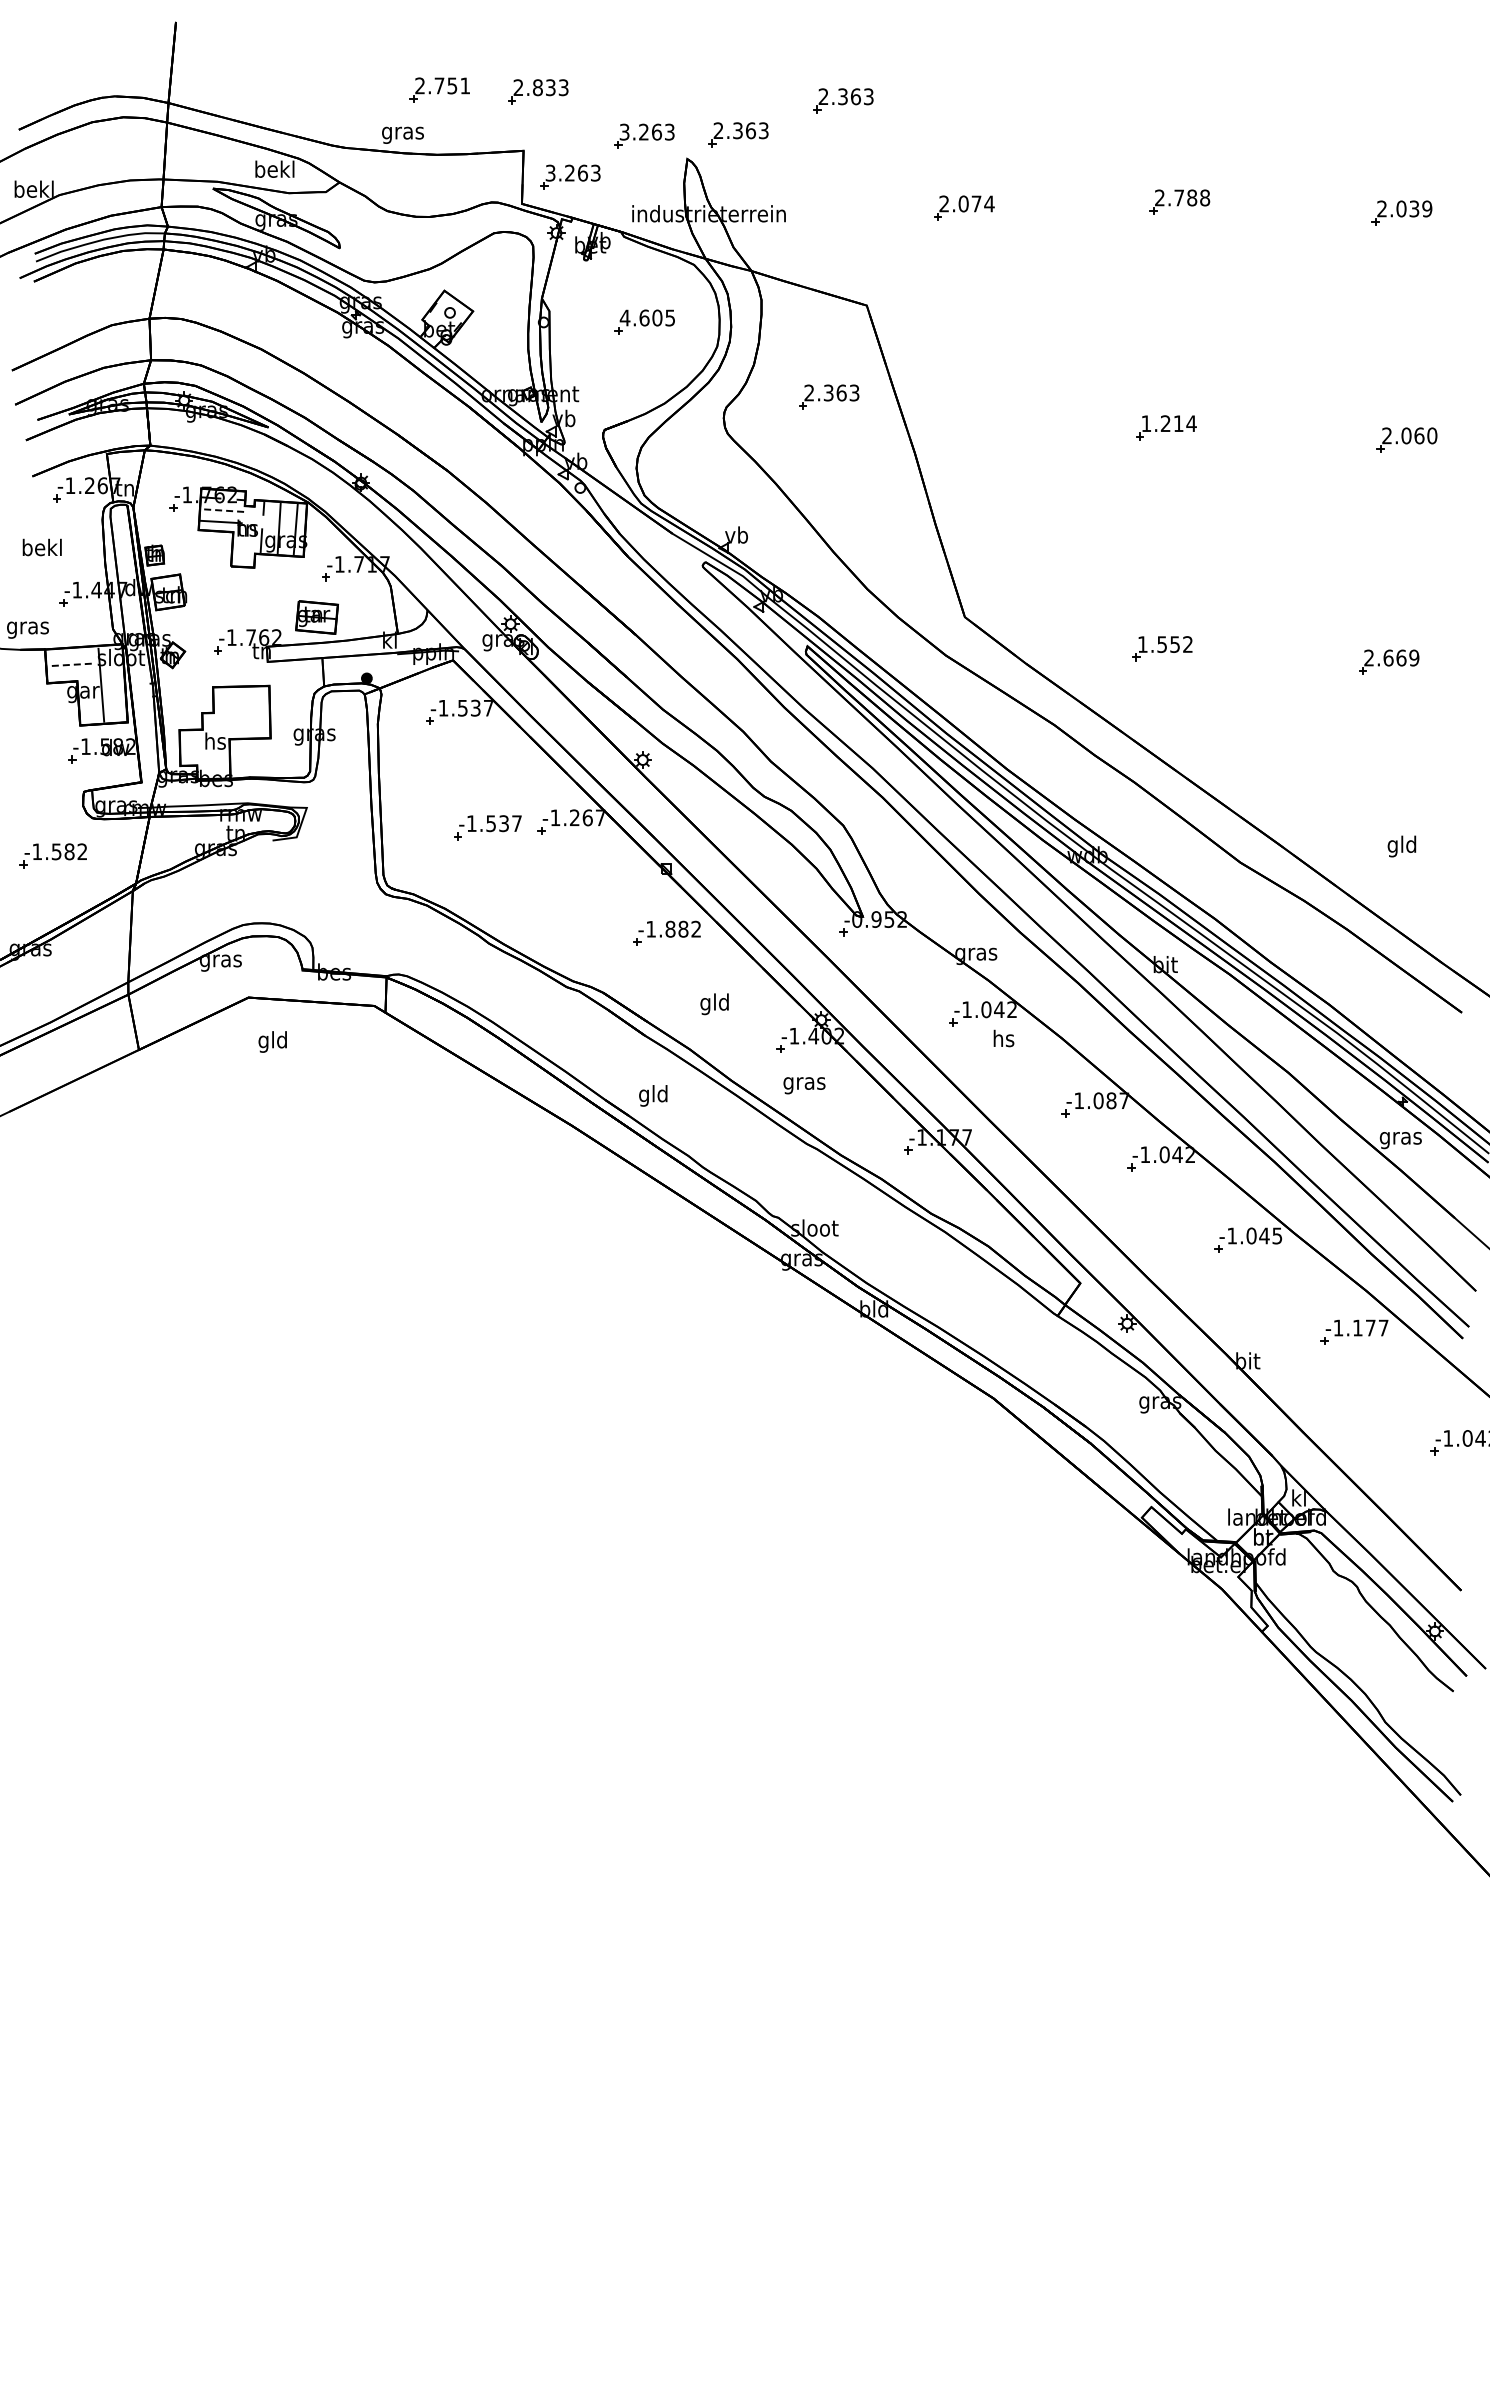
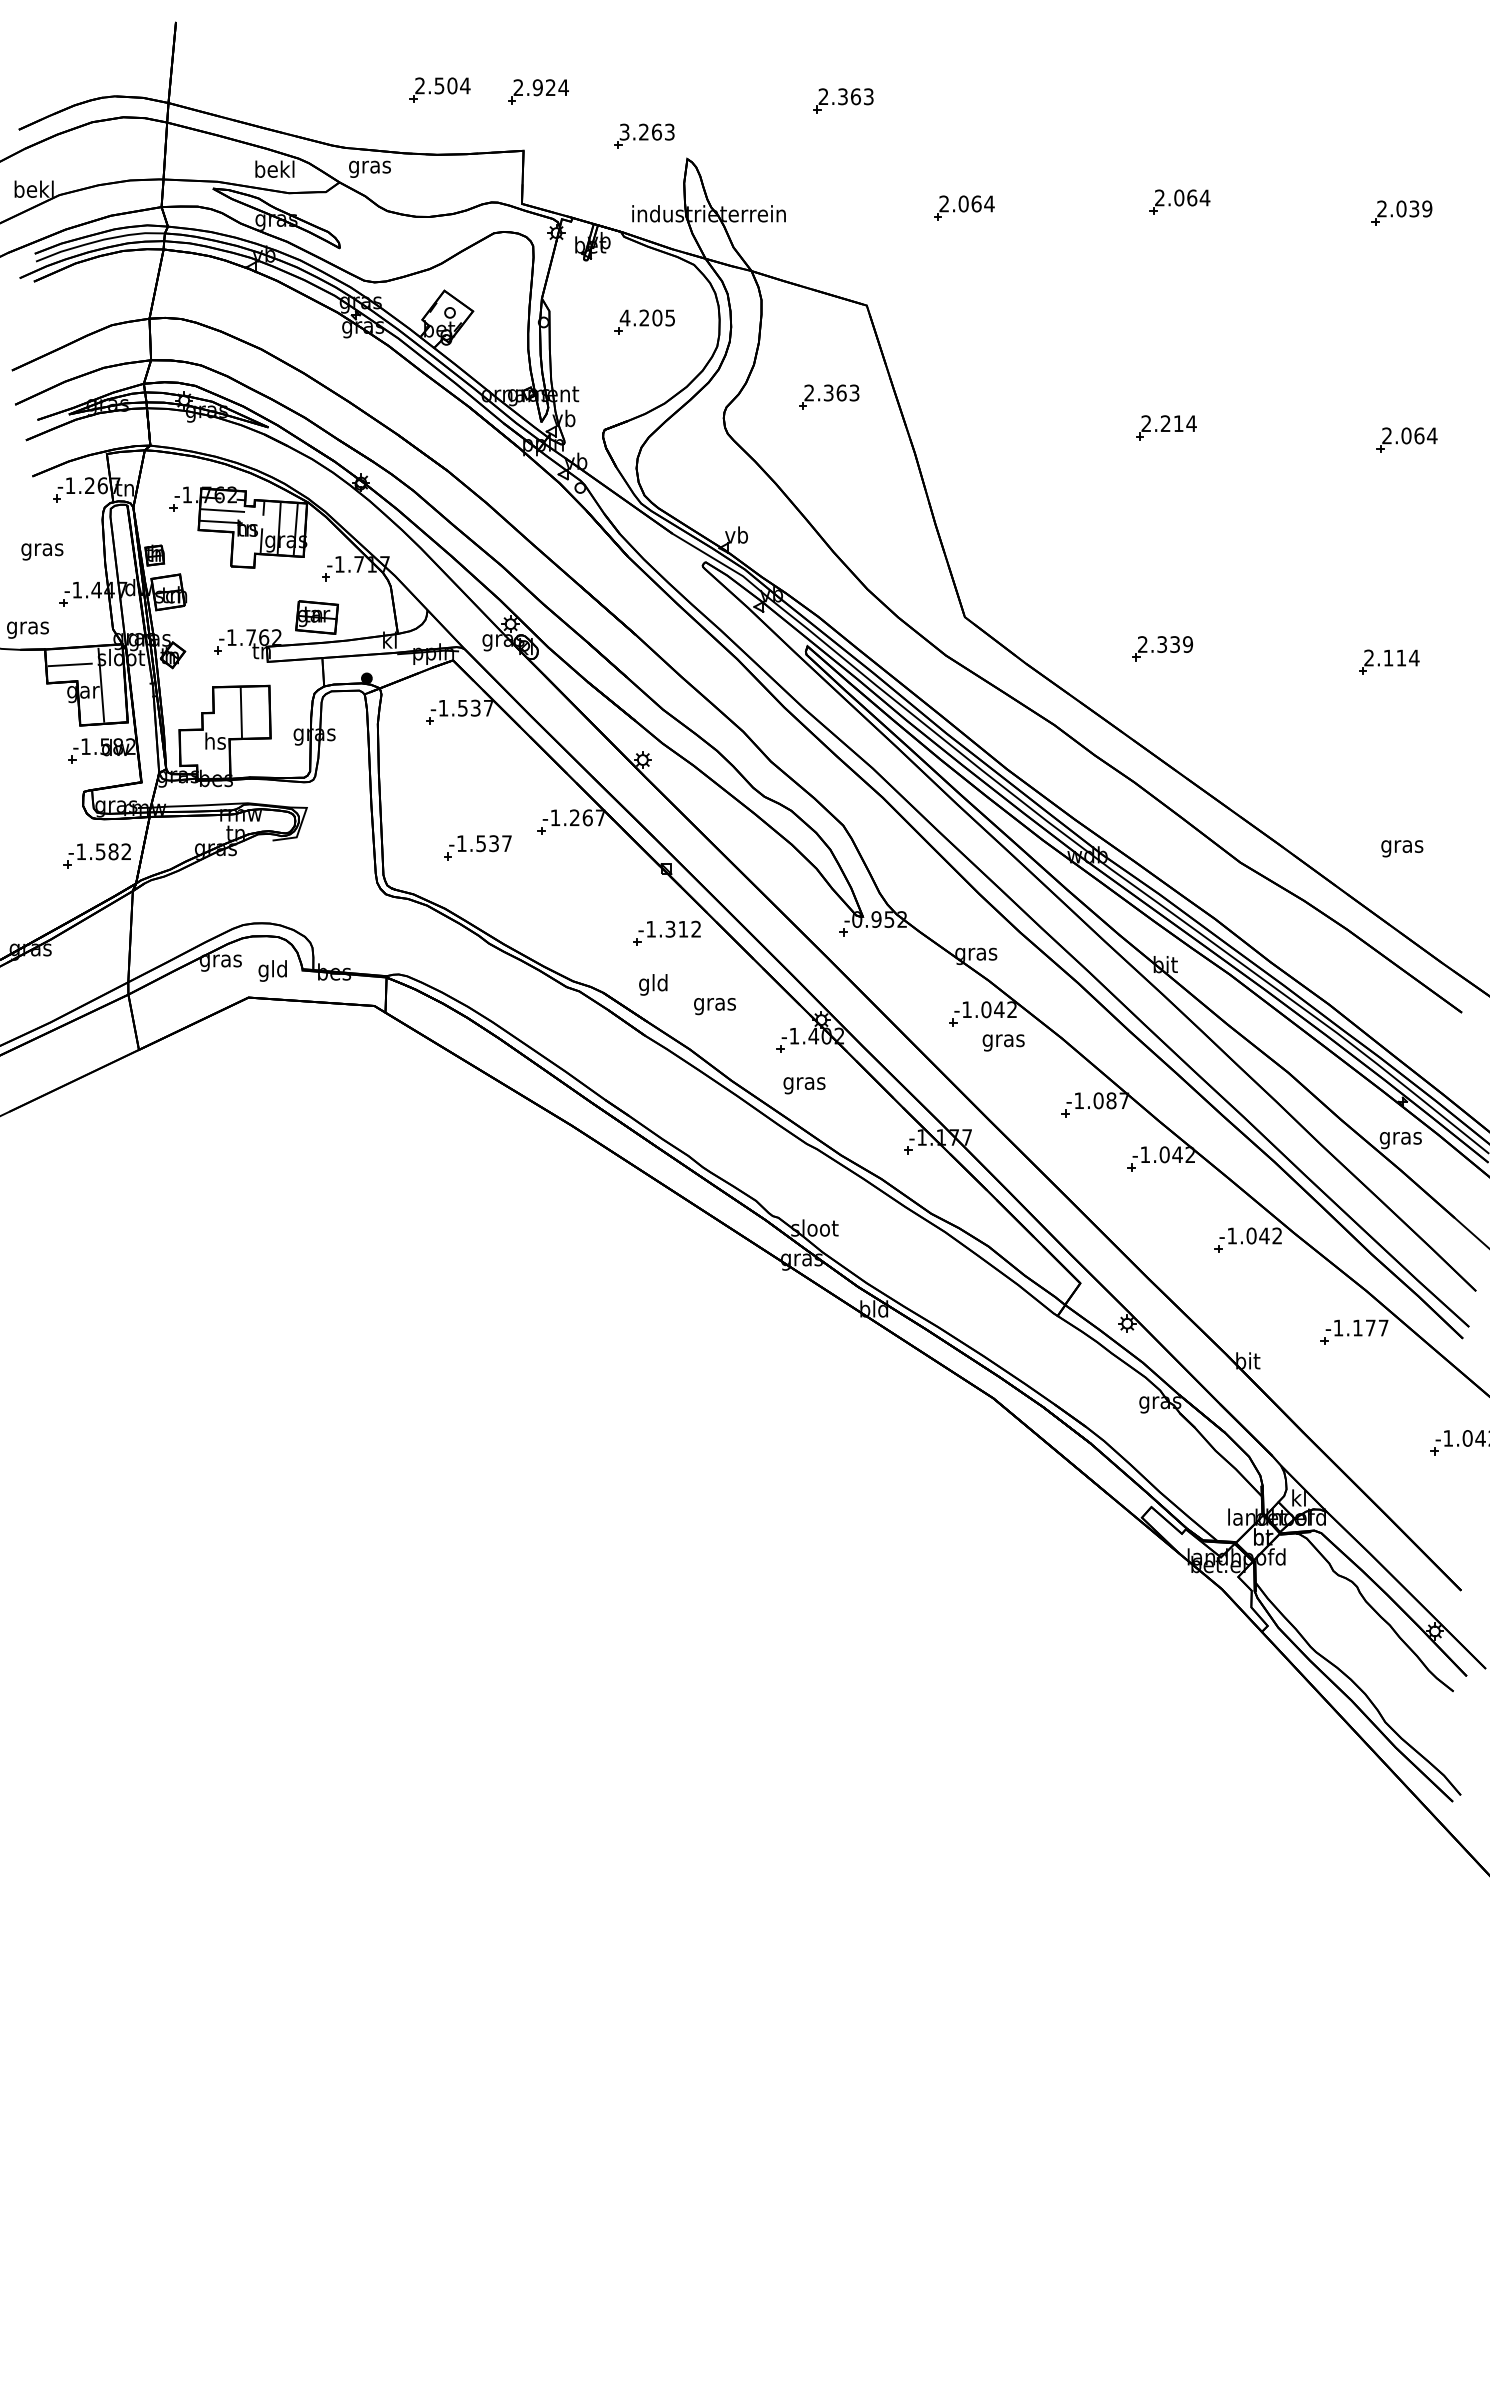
text at (452, 85): 2.751 -> 2.504
text at (550, 87): 2.833 -> 2.924
text at (402, 134) position: (402, 134) -> (369, 168)
part at (738, 134): present -> none
part at (570, 176): present -> none
text at (1192, 197): 2.788 -> 2.064
text at (976, 203): 2.074 -> 2.064
text at (644, 317): 4.605 -> 4.205
text at (1145, 423): 1.214 -> 2.214
text at (1432, 435): 2.060 -> 2.064
line at (222, 510): dashed -> solid
text at (42, 549): bekl -> gras
text at (1165, 644): 1.552 -> 2.339
text at (1401, 657): 2.669 -> 2.114
line at (70, 664): dashed -> solid
line at (241, 712): none -> present
part at (487, 827) position: (487, 827) -> (477, 847)
text at (1402, 846): gld -> gras
part at (52, 855) position: (52, 855) -> (96, 855)
text at (676, 928): -1.882 -> -1.312
text at (714, 1004): gld -> gras
text at (1003, 1040): hs -> gras
text at (272, 1041) position: (272, 1041) -> (272, 970)
text at (653, 1095) position: (653, 1095) -> (653, 984)
text at (1277, 1235): -1.045 -> -1.042
